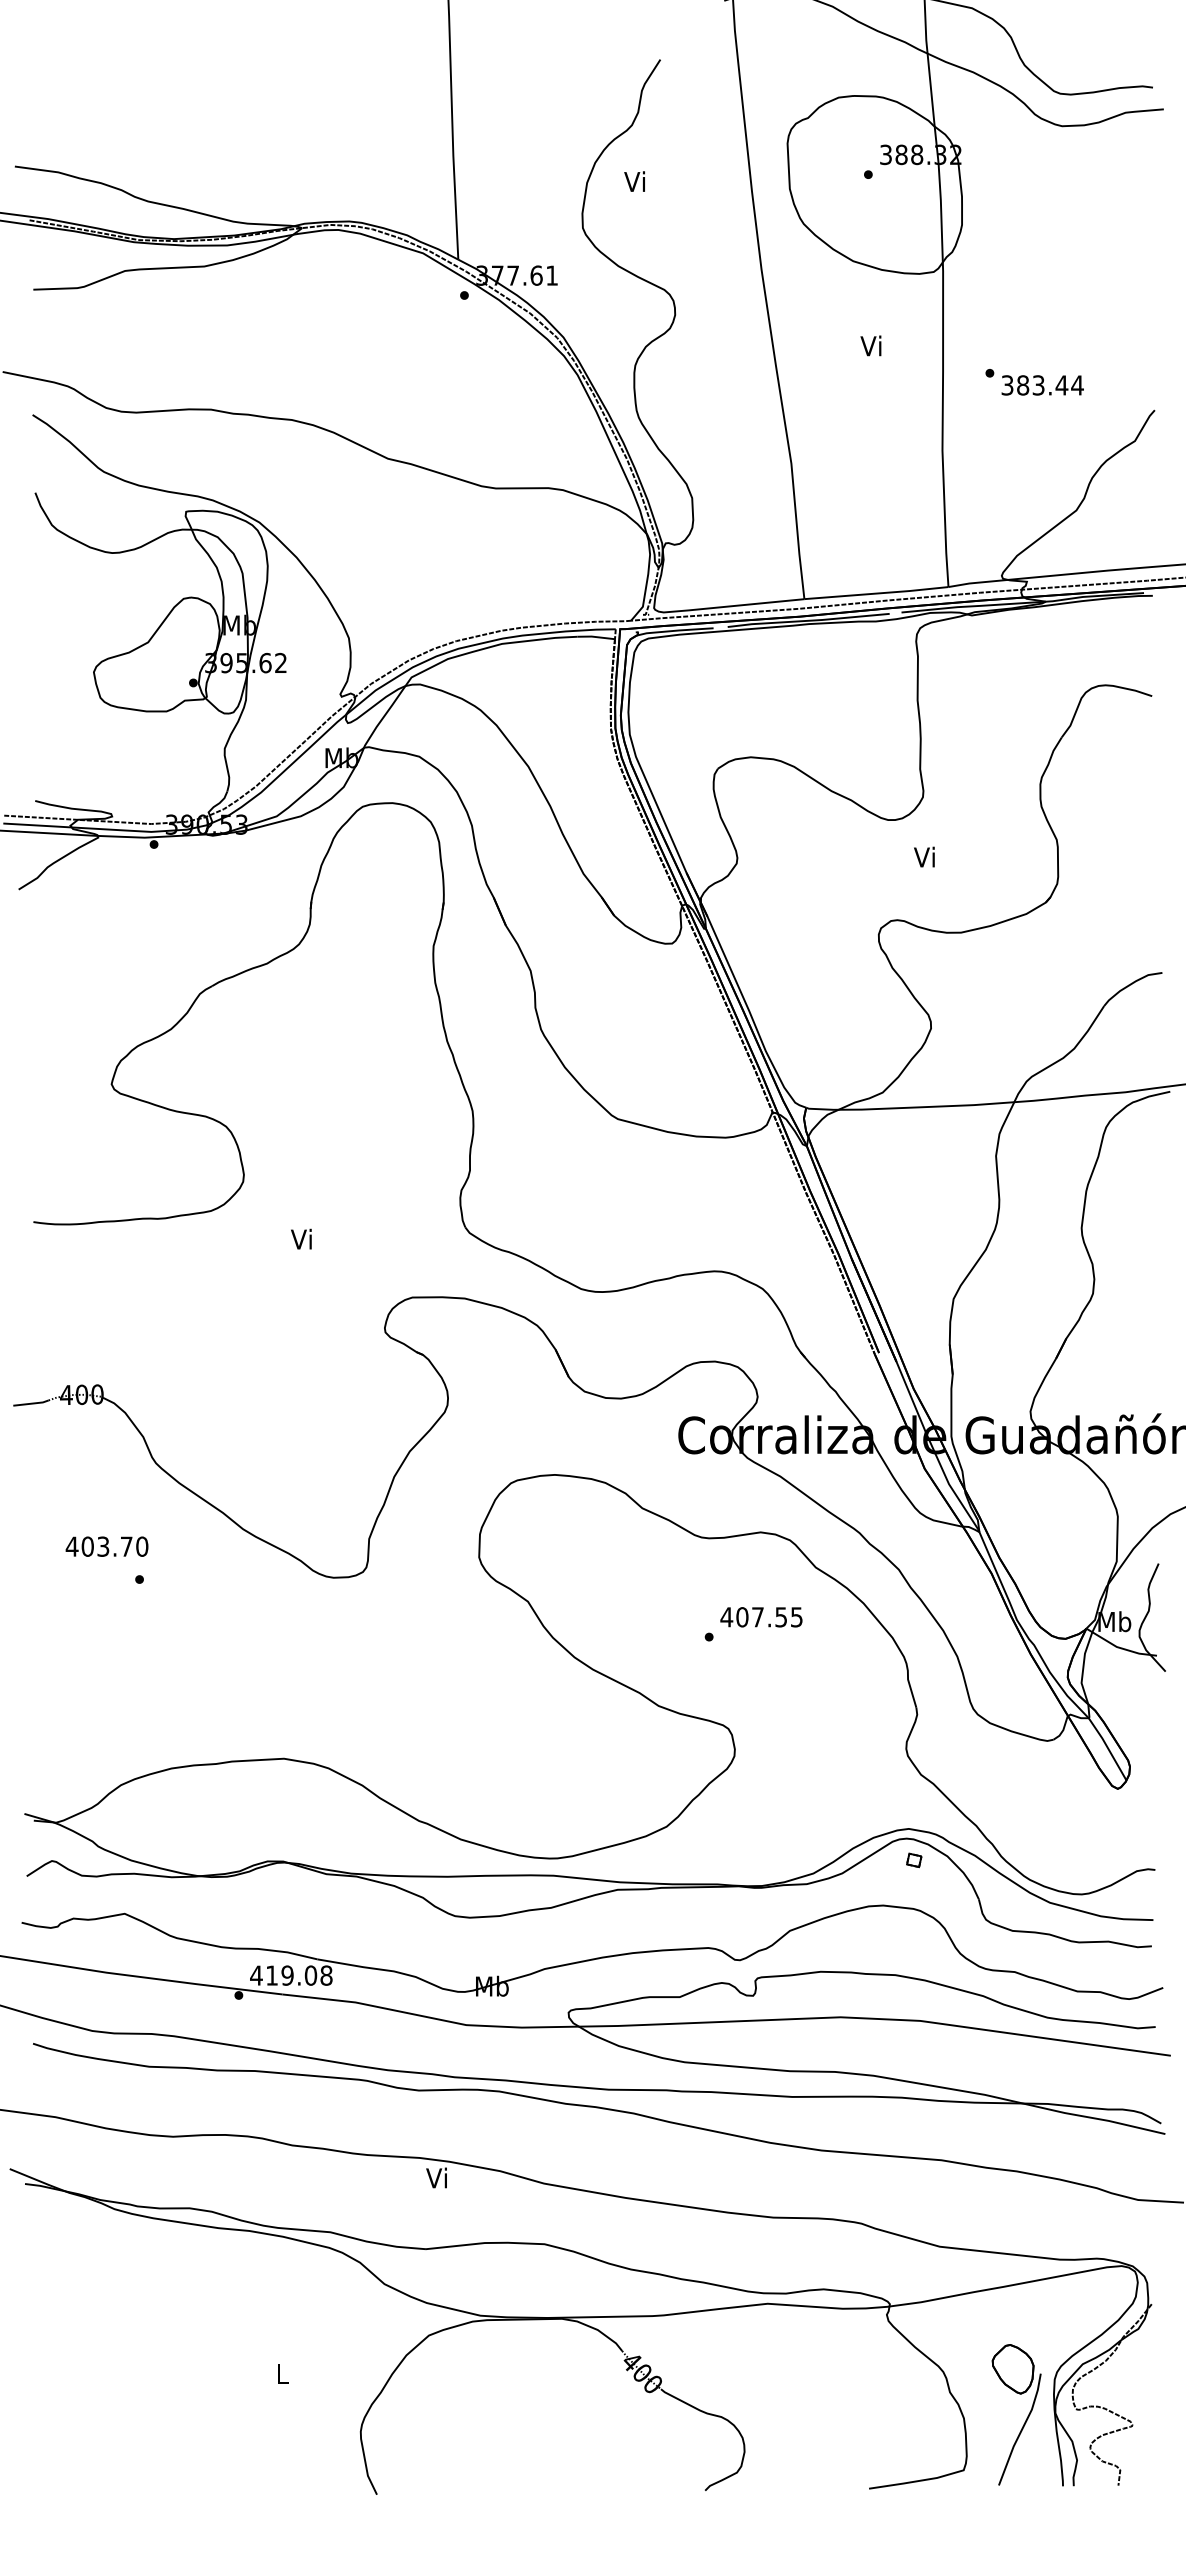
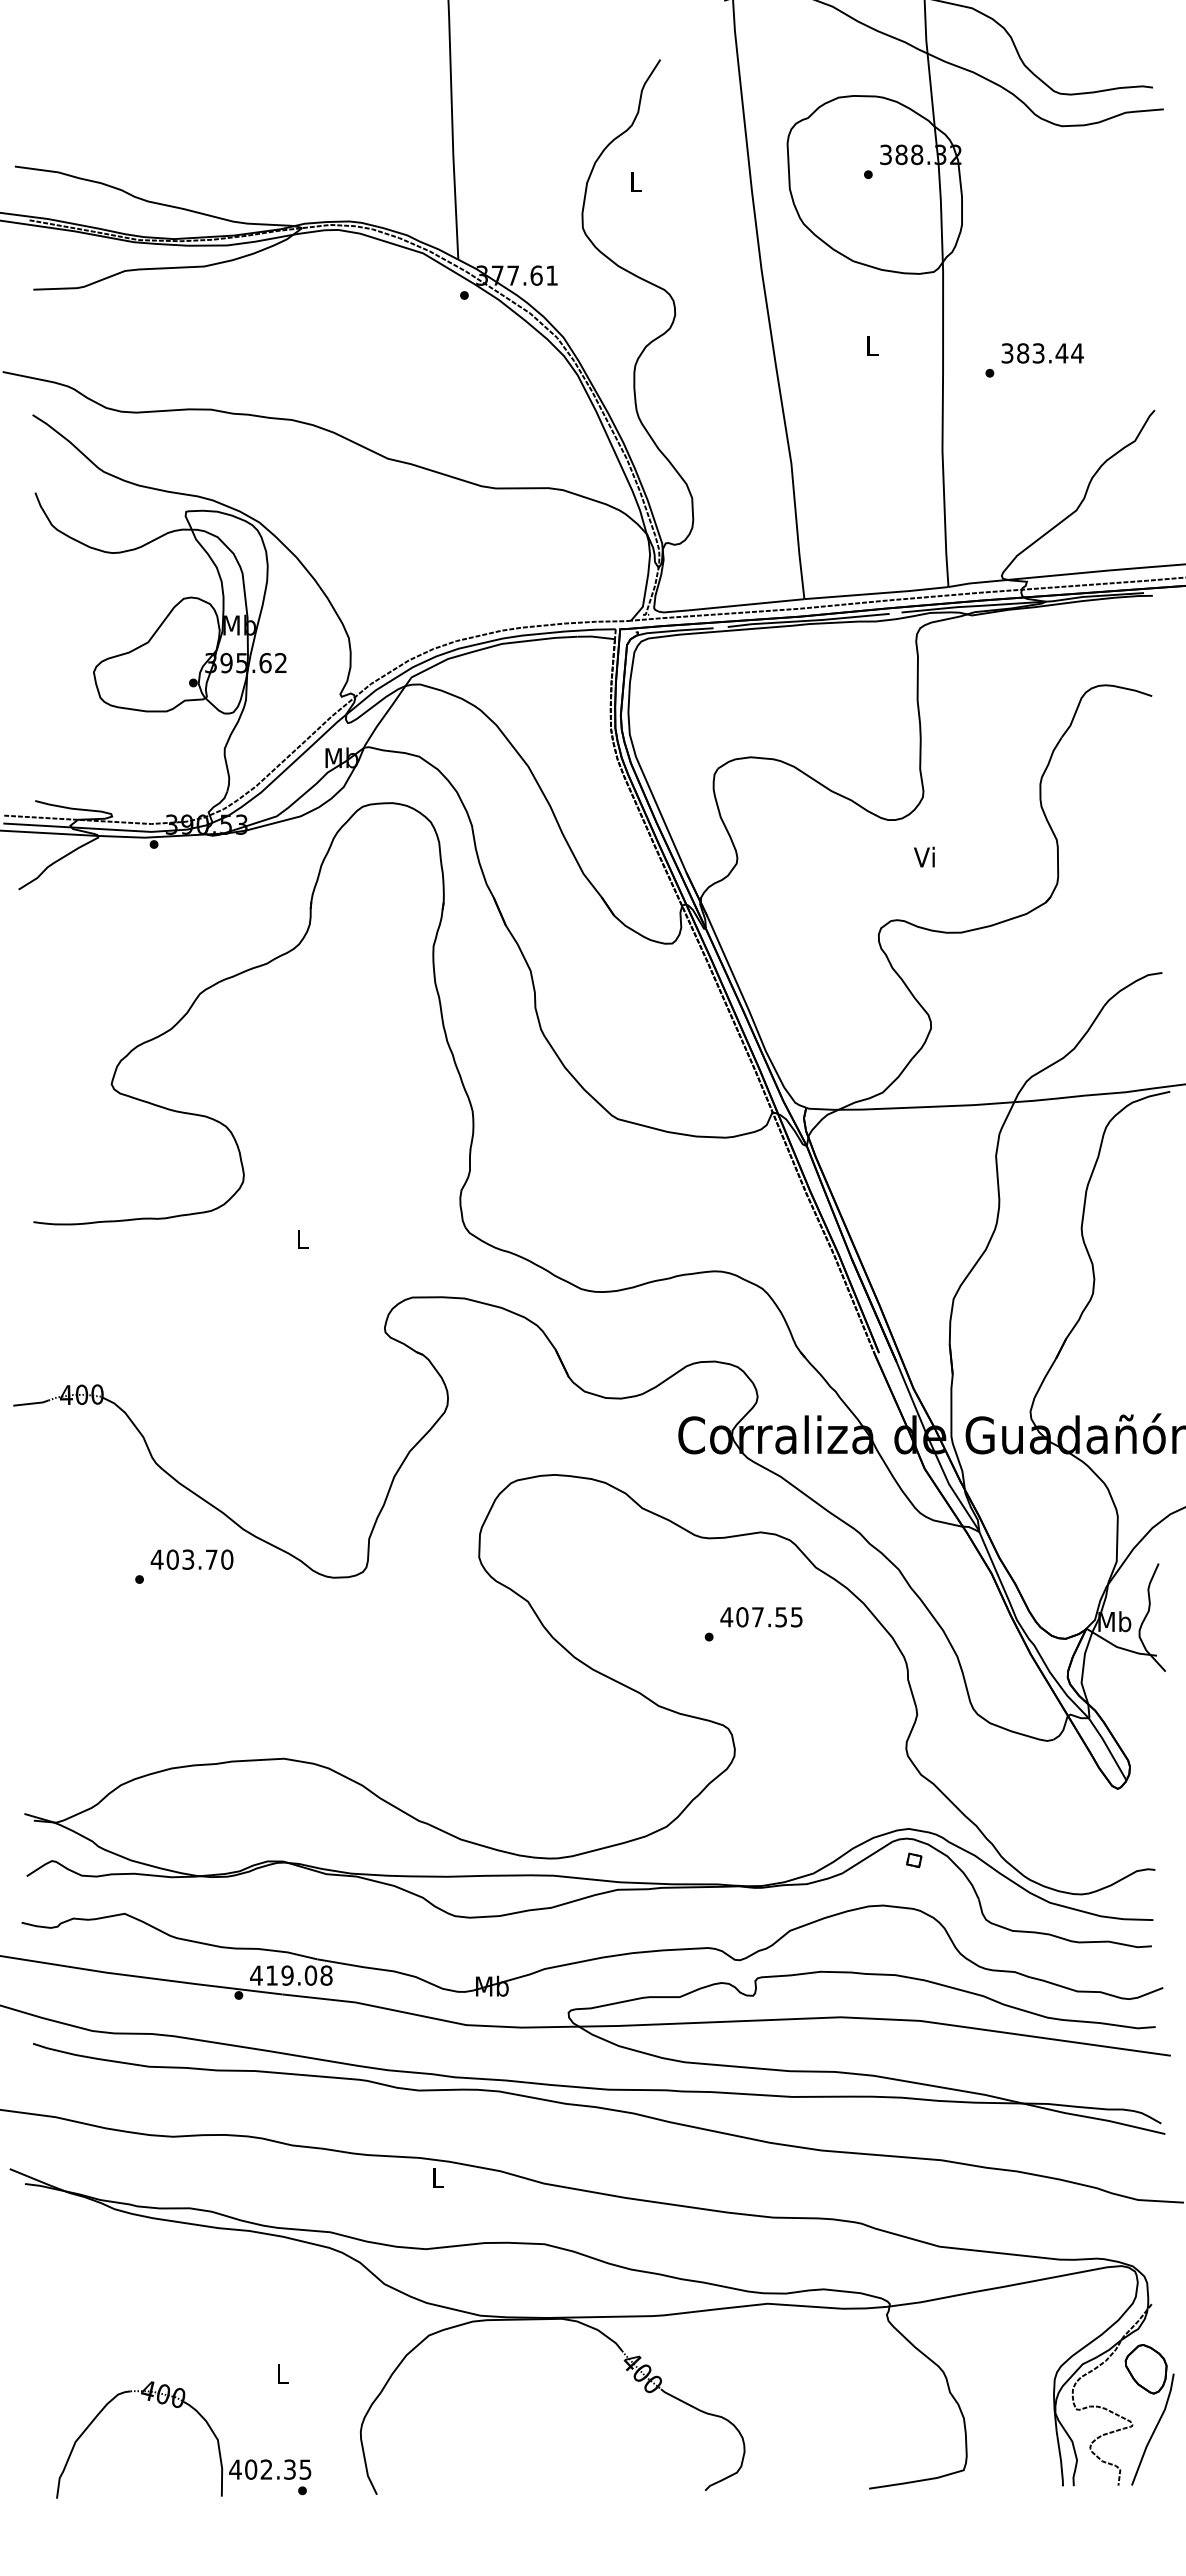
text at (634, 181): Vi -> L
text at (870, 345): Vi -> L
text at (1042, 385) position: (1042, 385) -> (1042, 353)
text at (301, 1238): Vi -> L
text at (106, 1546) position: (106, 1546) -> (191, 1559)
text at (436, 2177): Vi -> L
part at (1026, 2418) position: (1026, 2418) -> (1159, 2418)
part at (207, 2425): none -> present
